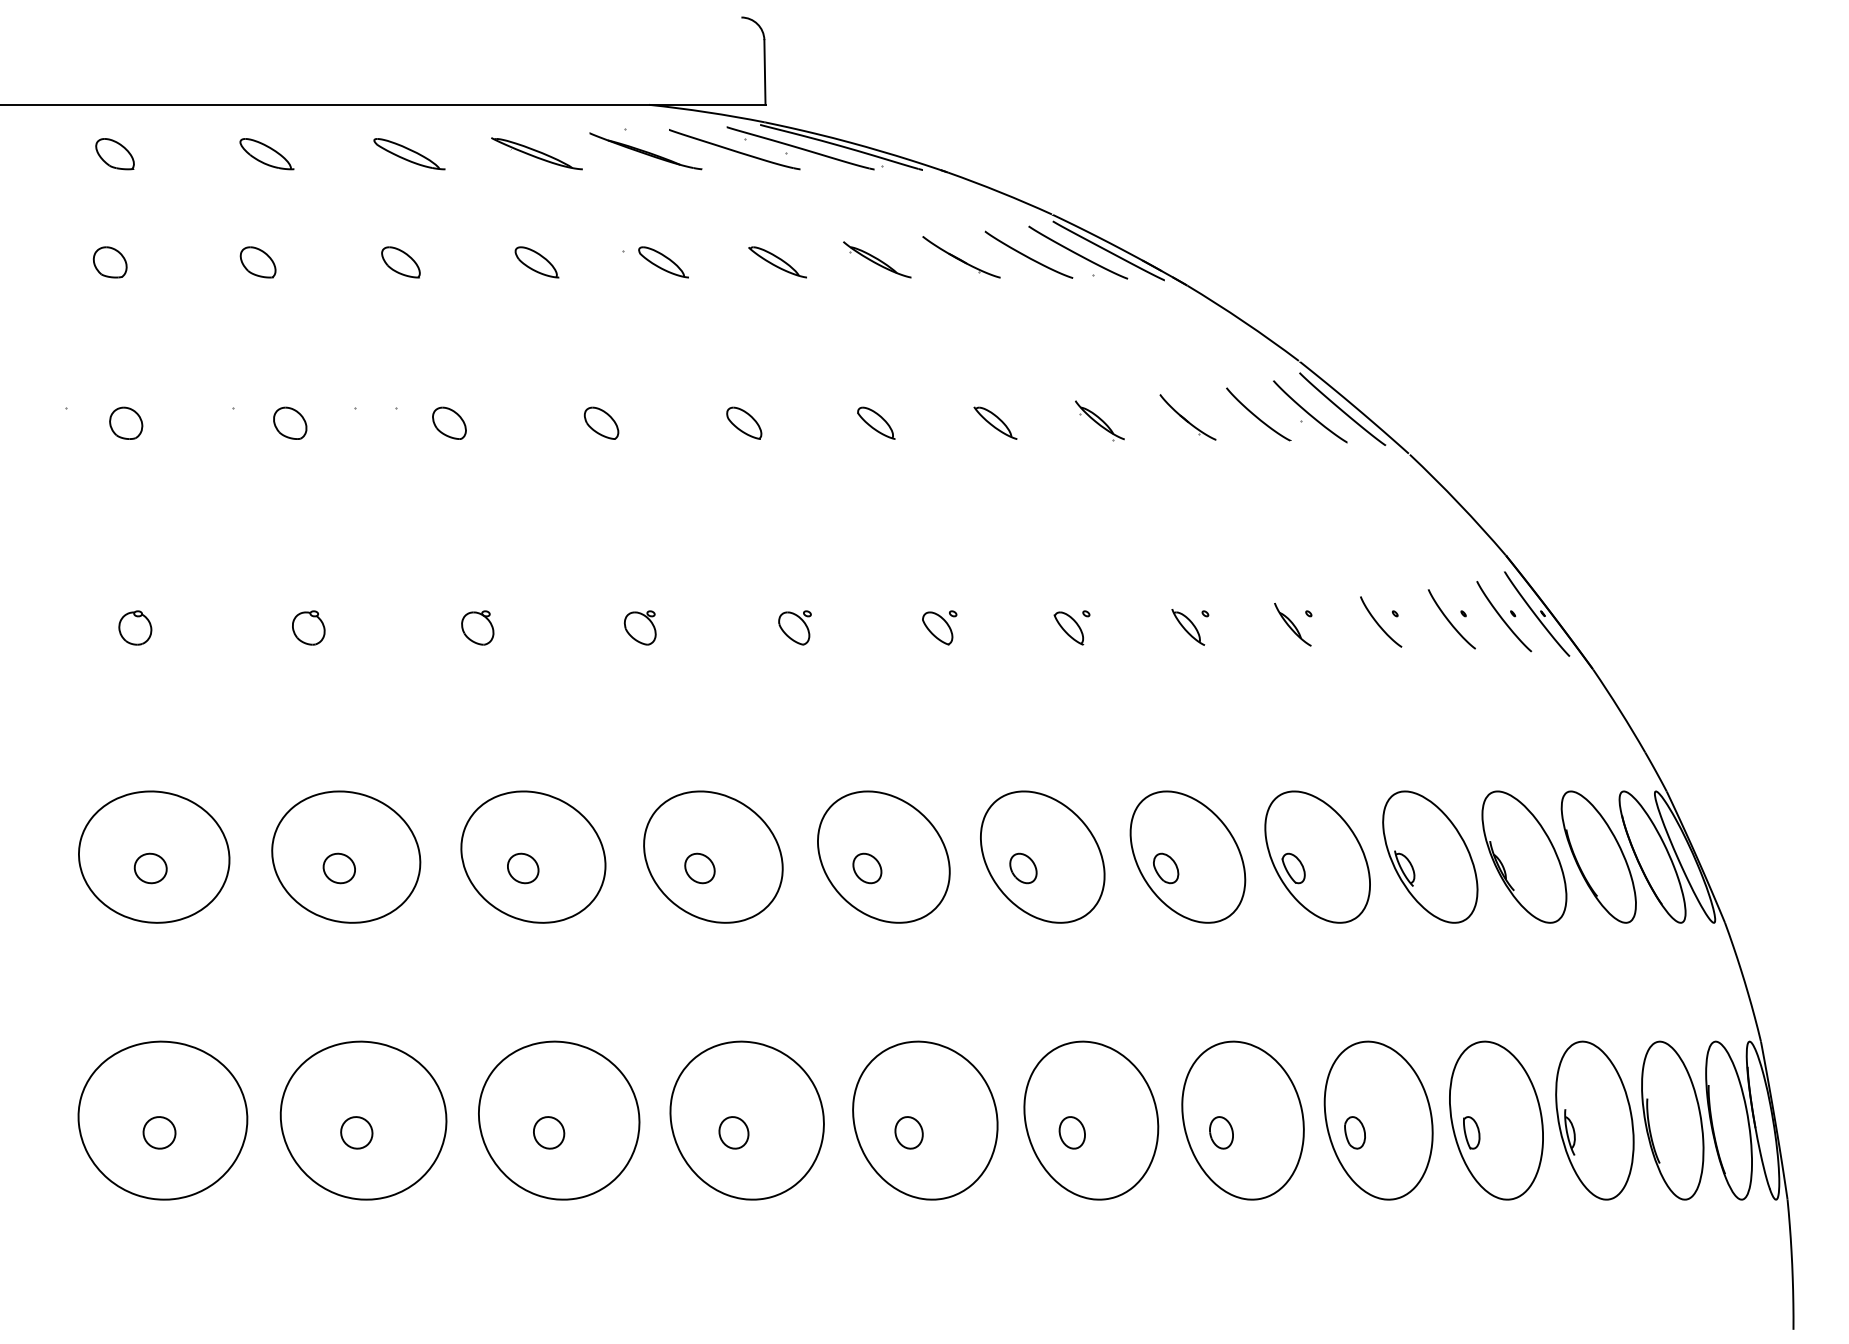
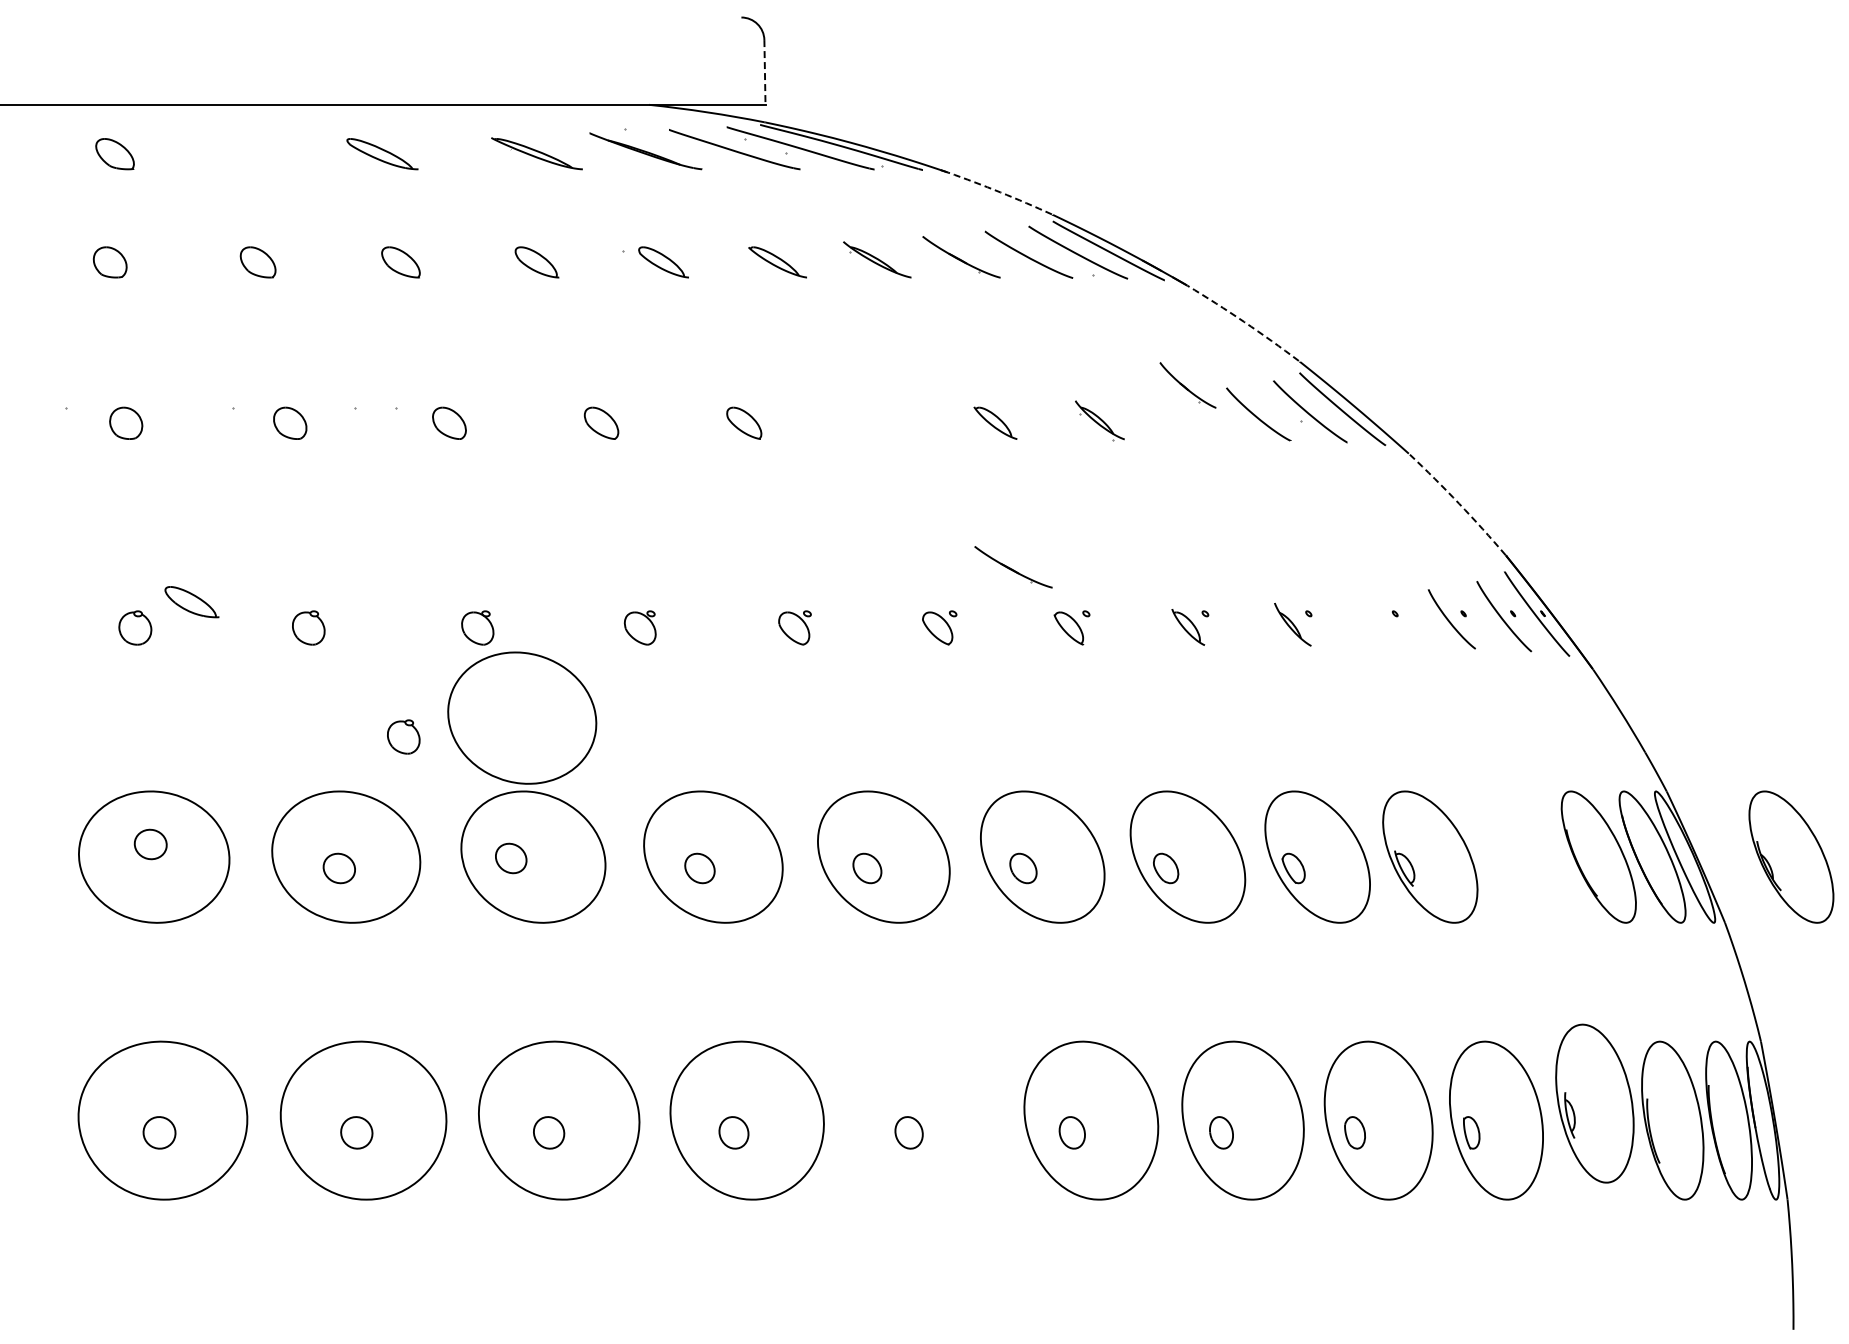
line at (764, 72): solid -> dashed
part at (266, 154) position: (266, 154) -> (191, 602)
part at (409, 154) position: (409, 154) -> (382, 154)
arc at (1000, 192): solid -> dashed
arc at (1244, 321): solid -> dashed
part at (1187, 417) position: (1187, 417) -> (1187, 385)
part at (876, 422): present -> none
arc at (1459, 503): solid -> dashed
part at (1013, 567): none -> present
curve at (1378, 623): present -> none
part at (522, 717): none -> present
part at (403, 736): none -> present
part at (1524, 856) position: (1524, 856) -> (1791, 856)
part at (150, 868) position: (150, 868) -> (150, 844)
part at (523, 868) position: (523, 868) -> (511, 858)
part at (925, 1120): present -> none
part at (1594, 1120) position: (1594, 1120) -> (1594, 1103)
